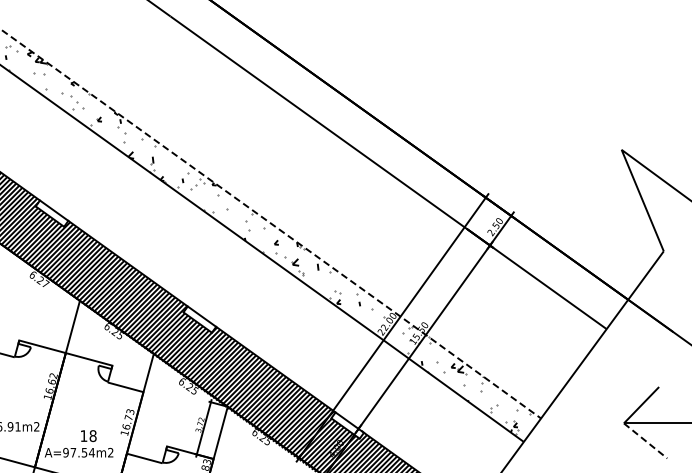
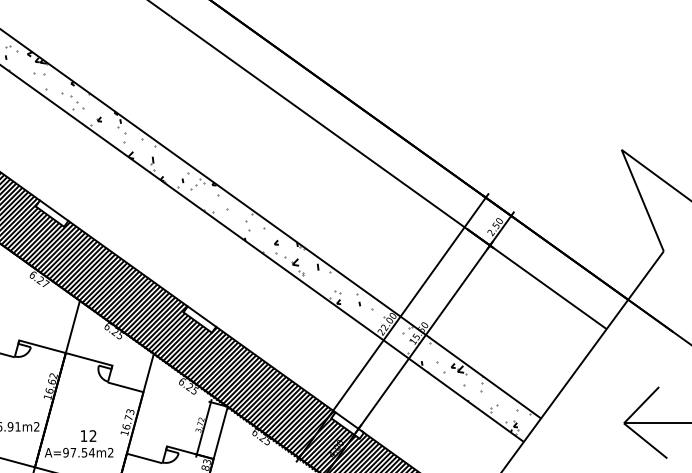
line at (271, 223): dashed -> solid
text at (92, 436): 18 -> 12
line at (645, 440): dashed -> solid
